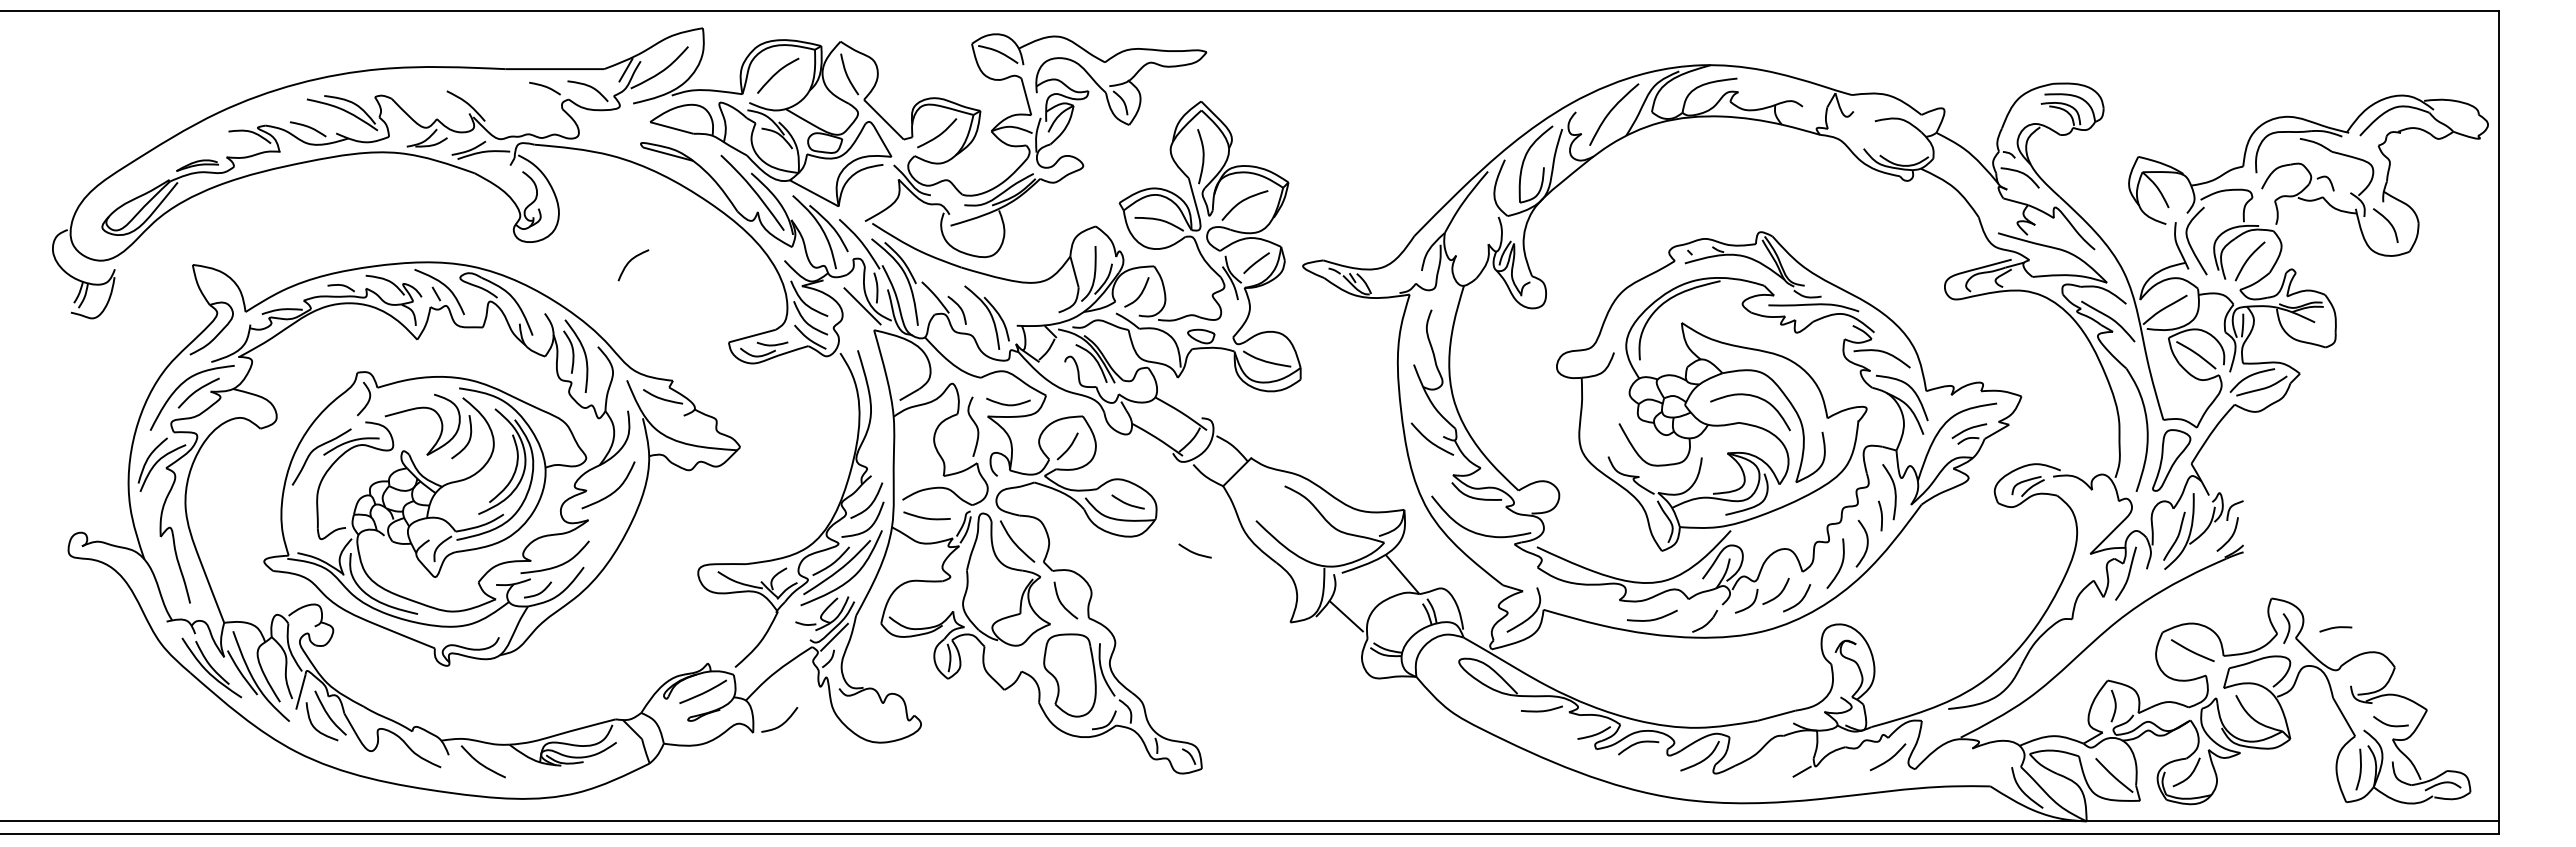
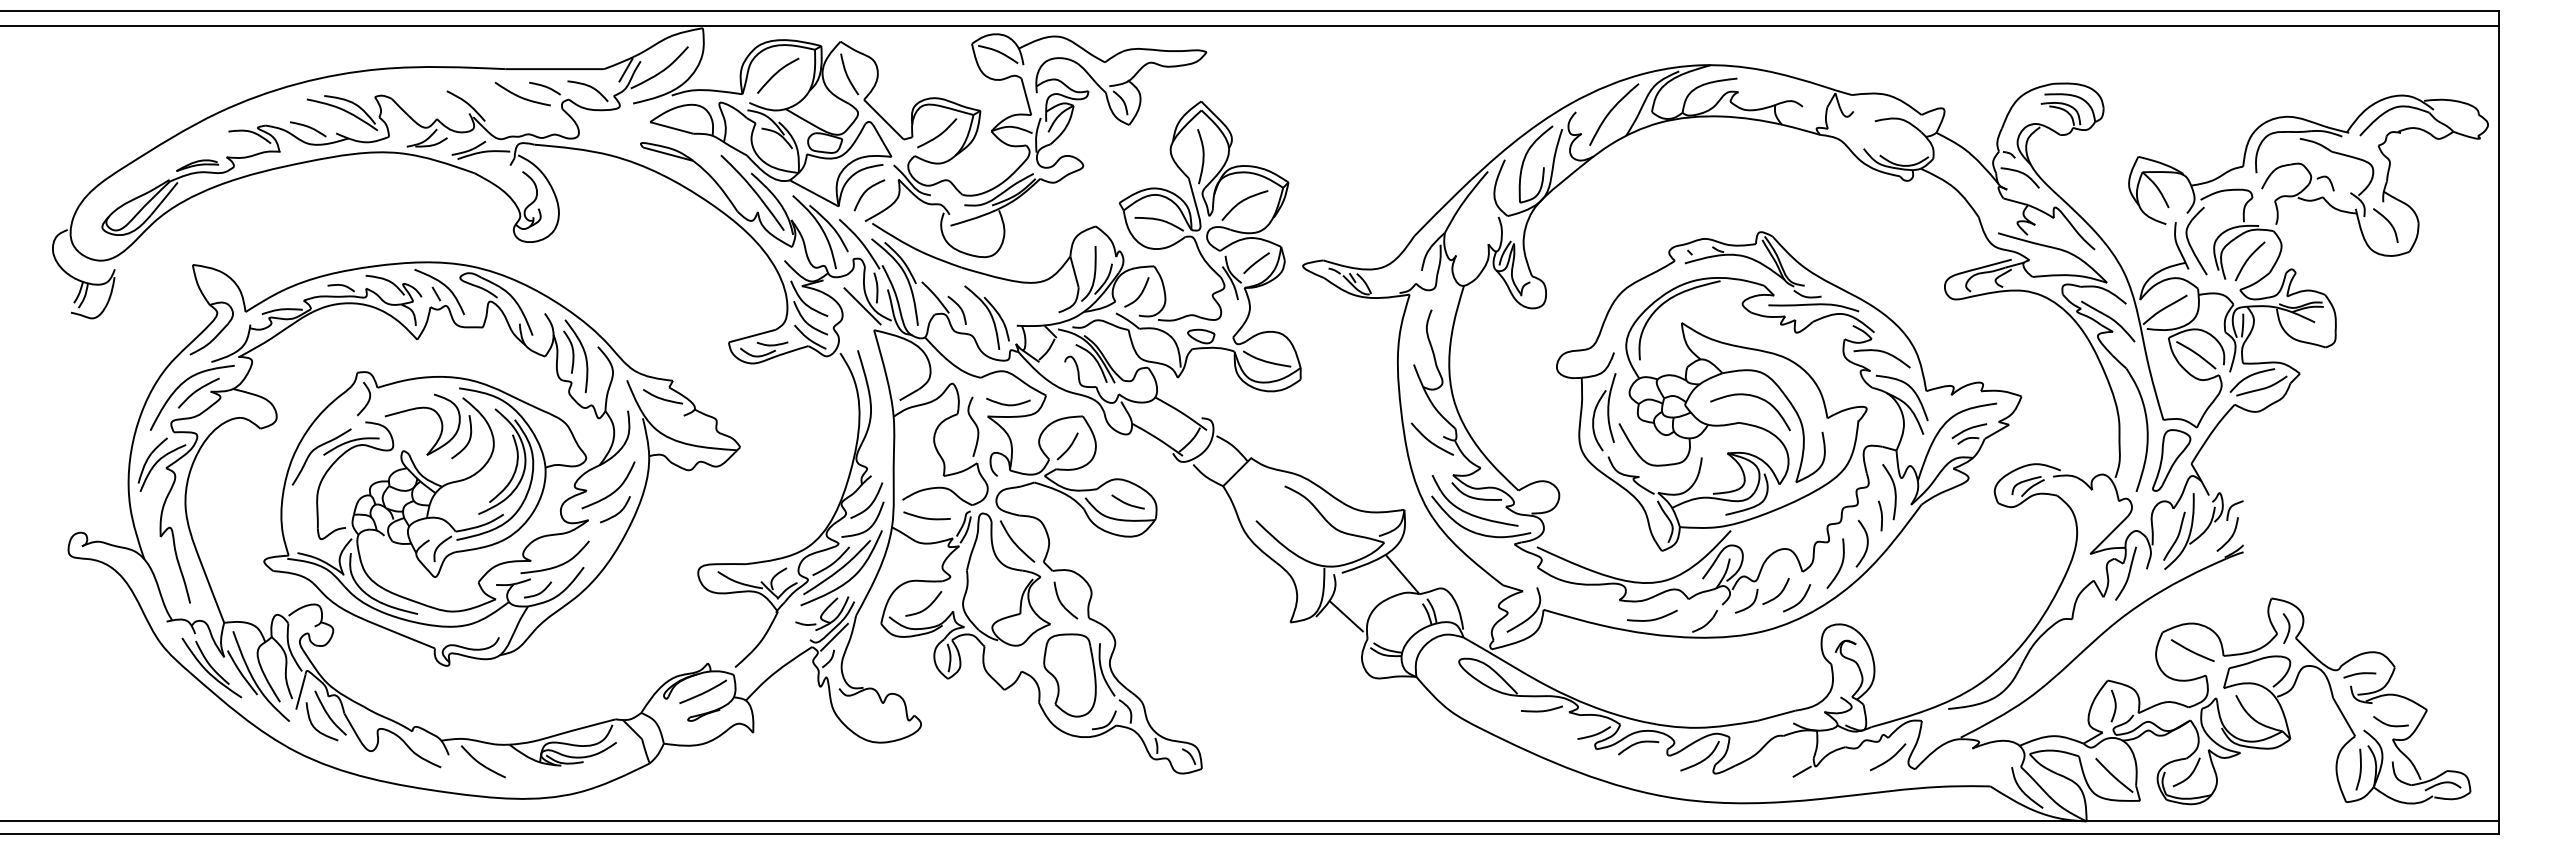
line at (1250, 25): none -> present
curve at (521, 96): none -> present
curve at (629, 263) position: (629, 263) -> (865, 193)
part at (1604, 412): none -> present
curve at (617, 512): none -> present
curve at (1471, 513): none -> present
curve at (1193, 551): present -> none
curve at (2335, 628) position: (2335, 628) -> (2359, 674)
curve at (783, 722) position: (783, 722) -> (927, 606)
